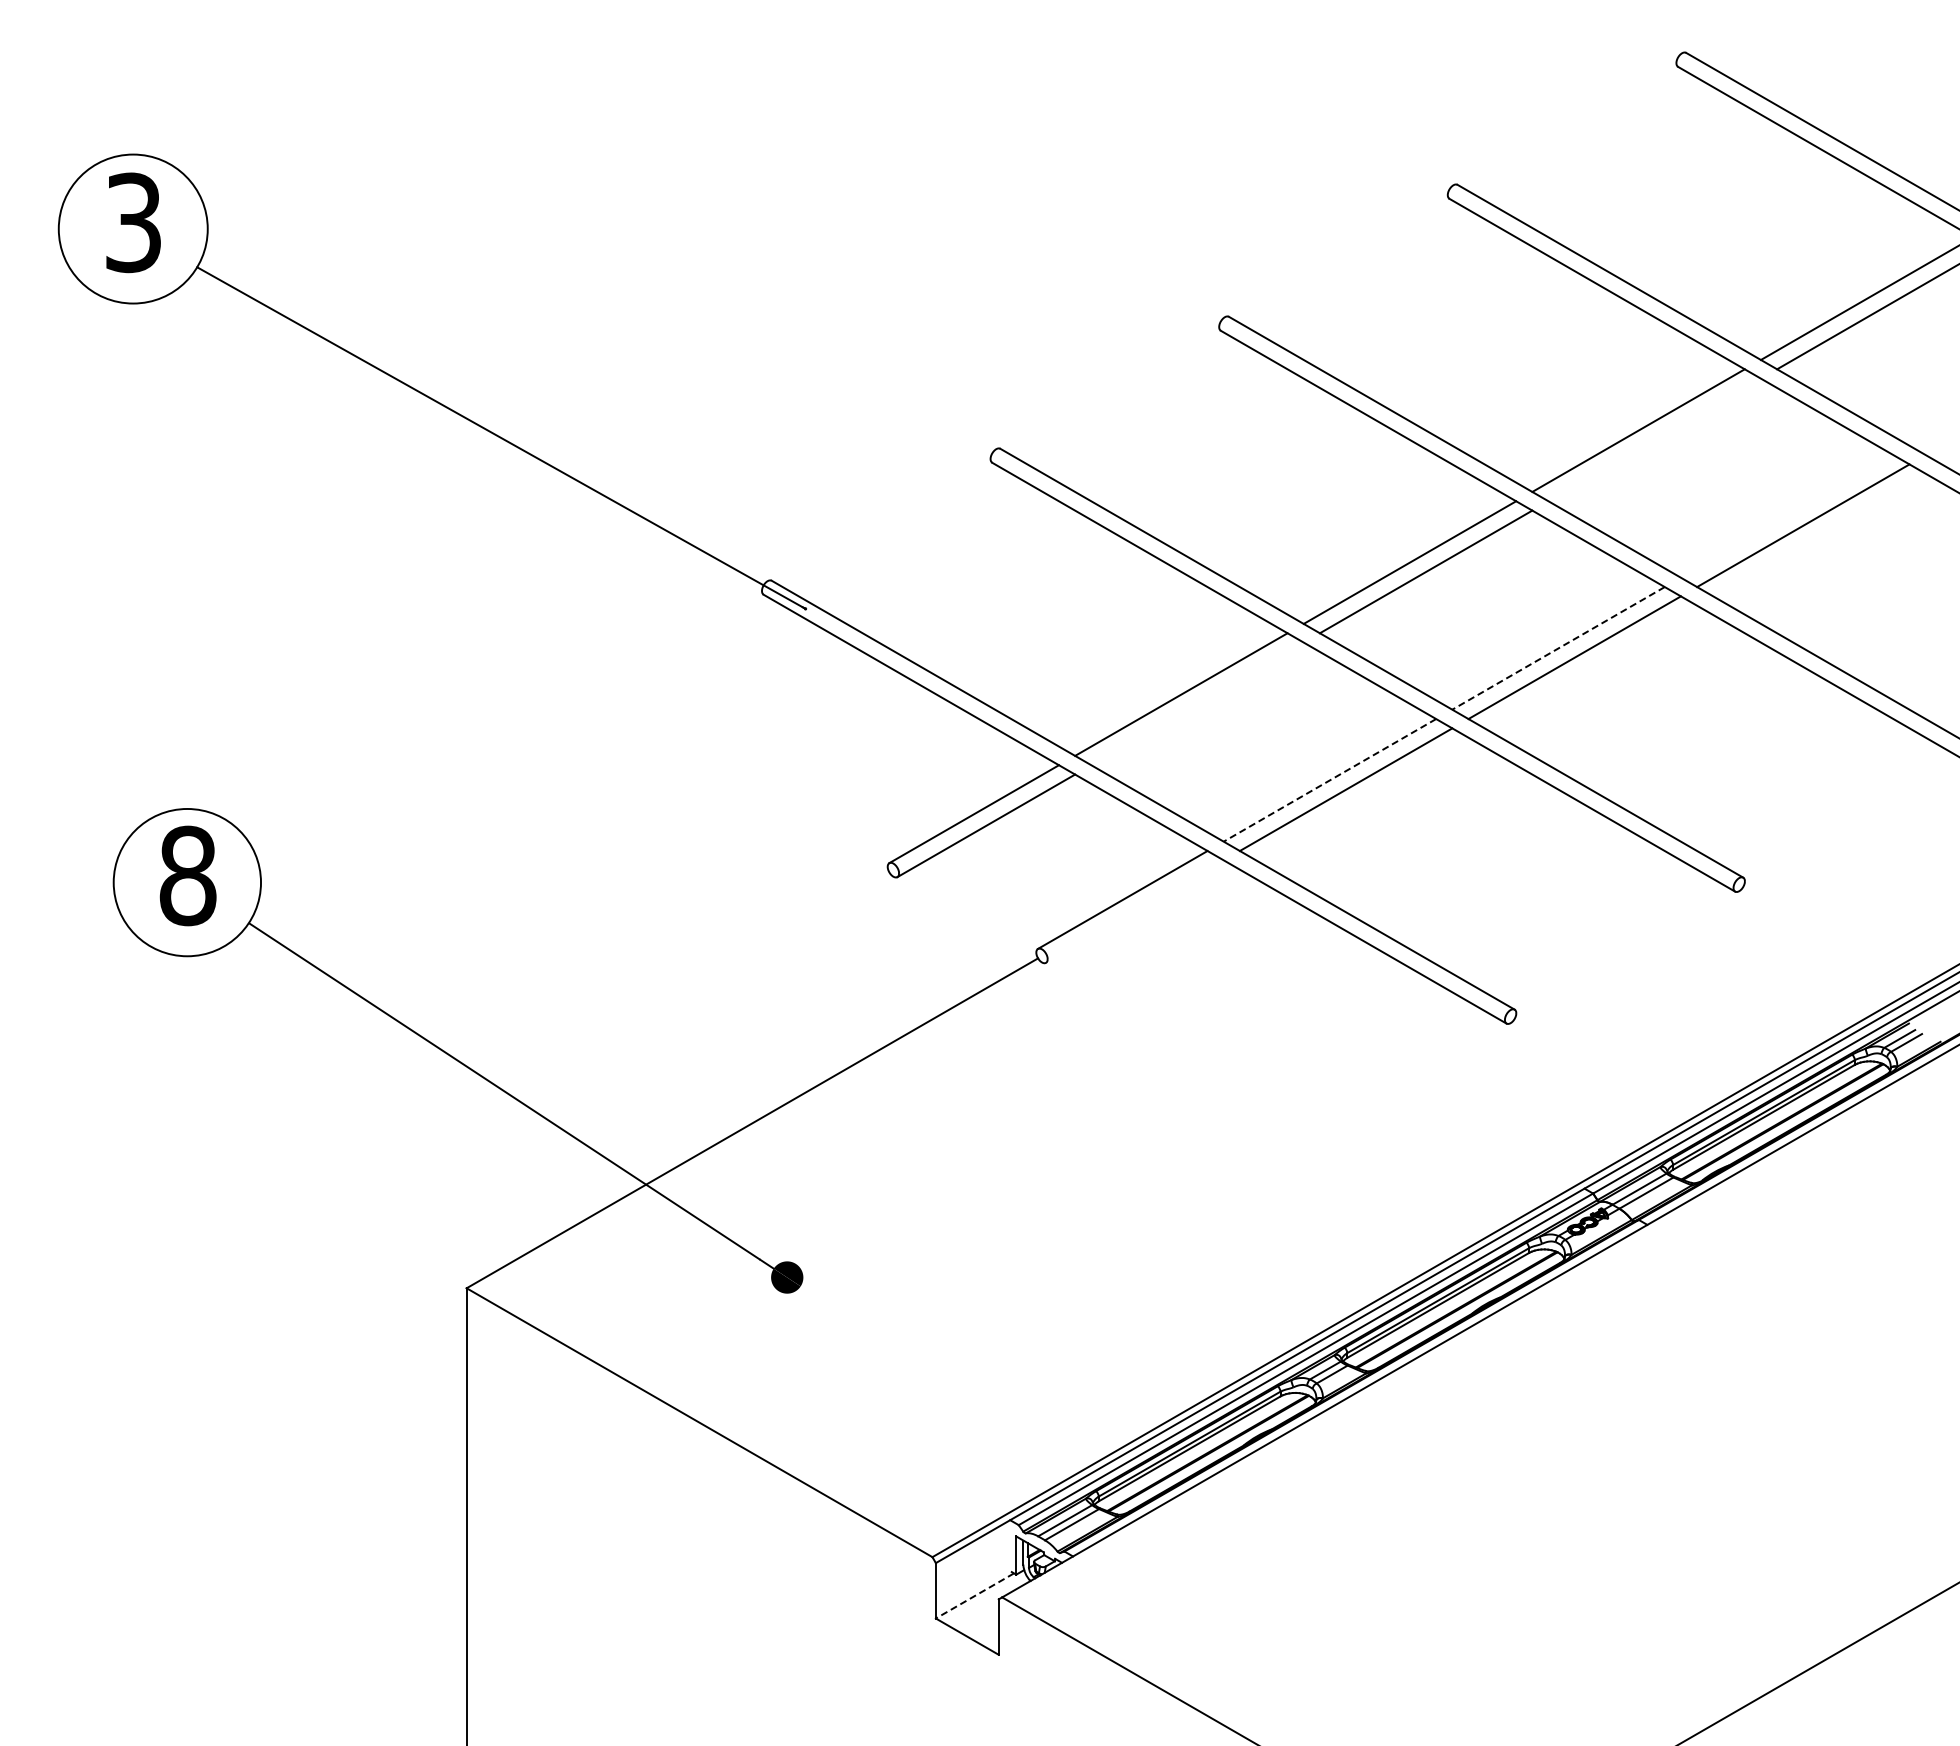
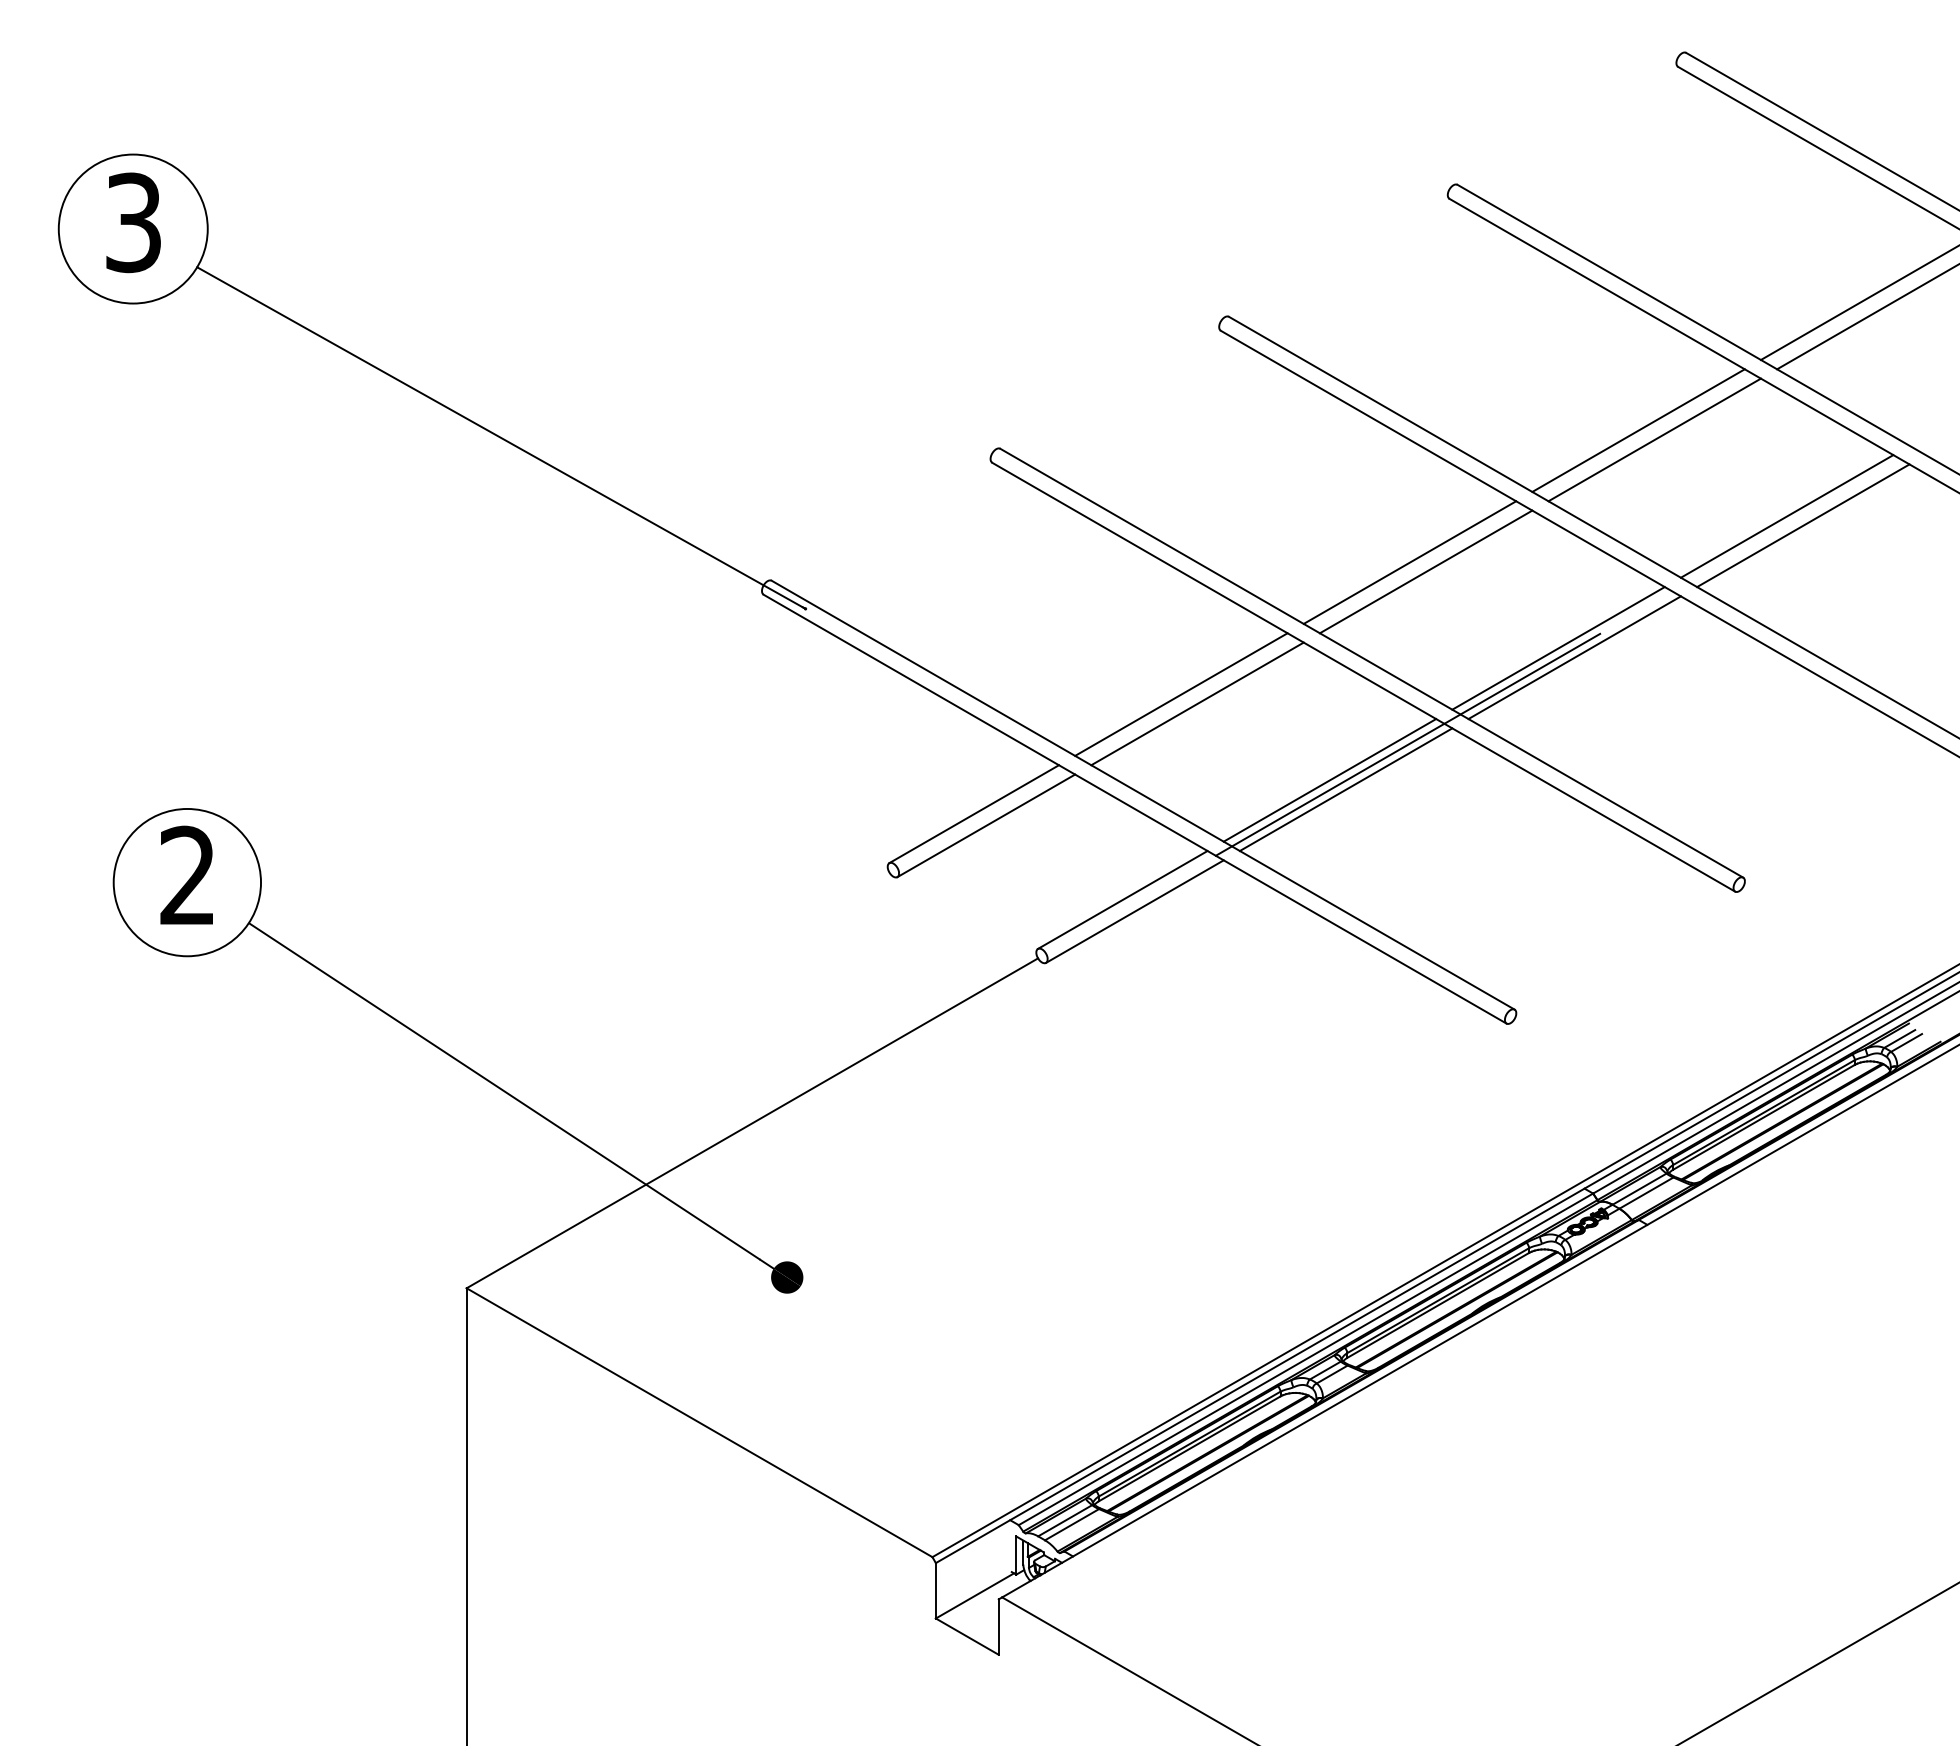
line at (1654, 439): none -> present
line at (1786, 516): none -> present
line at (1558, 648): dashed -> solid
line at (1197, 703): none -> present
line at (1407, 744): none -> present
line at (1329, 780): dashed -> solid
text at (187, 875): 8 -> 2
line at (1134, 911): none -> present
line at (974, 1596): dashed -> solid
